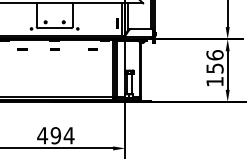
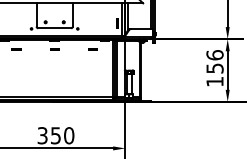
part at (22, 49) position: (22, 49) -> (16, 49)
text at (55, 135): 494 -> 350
